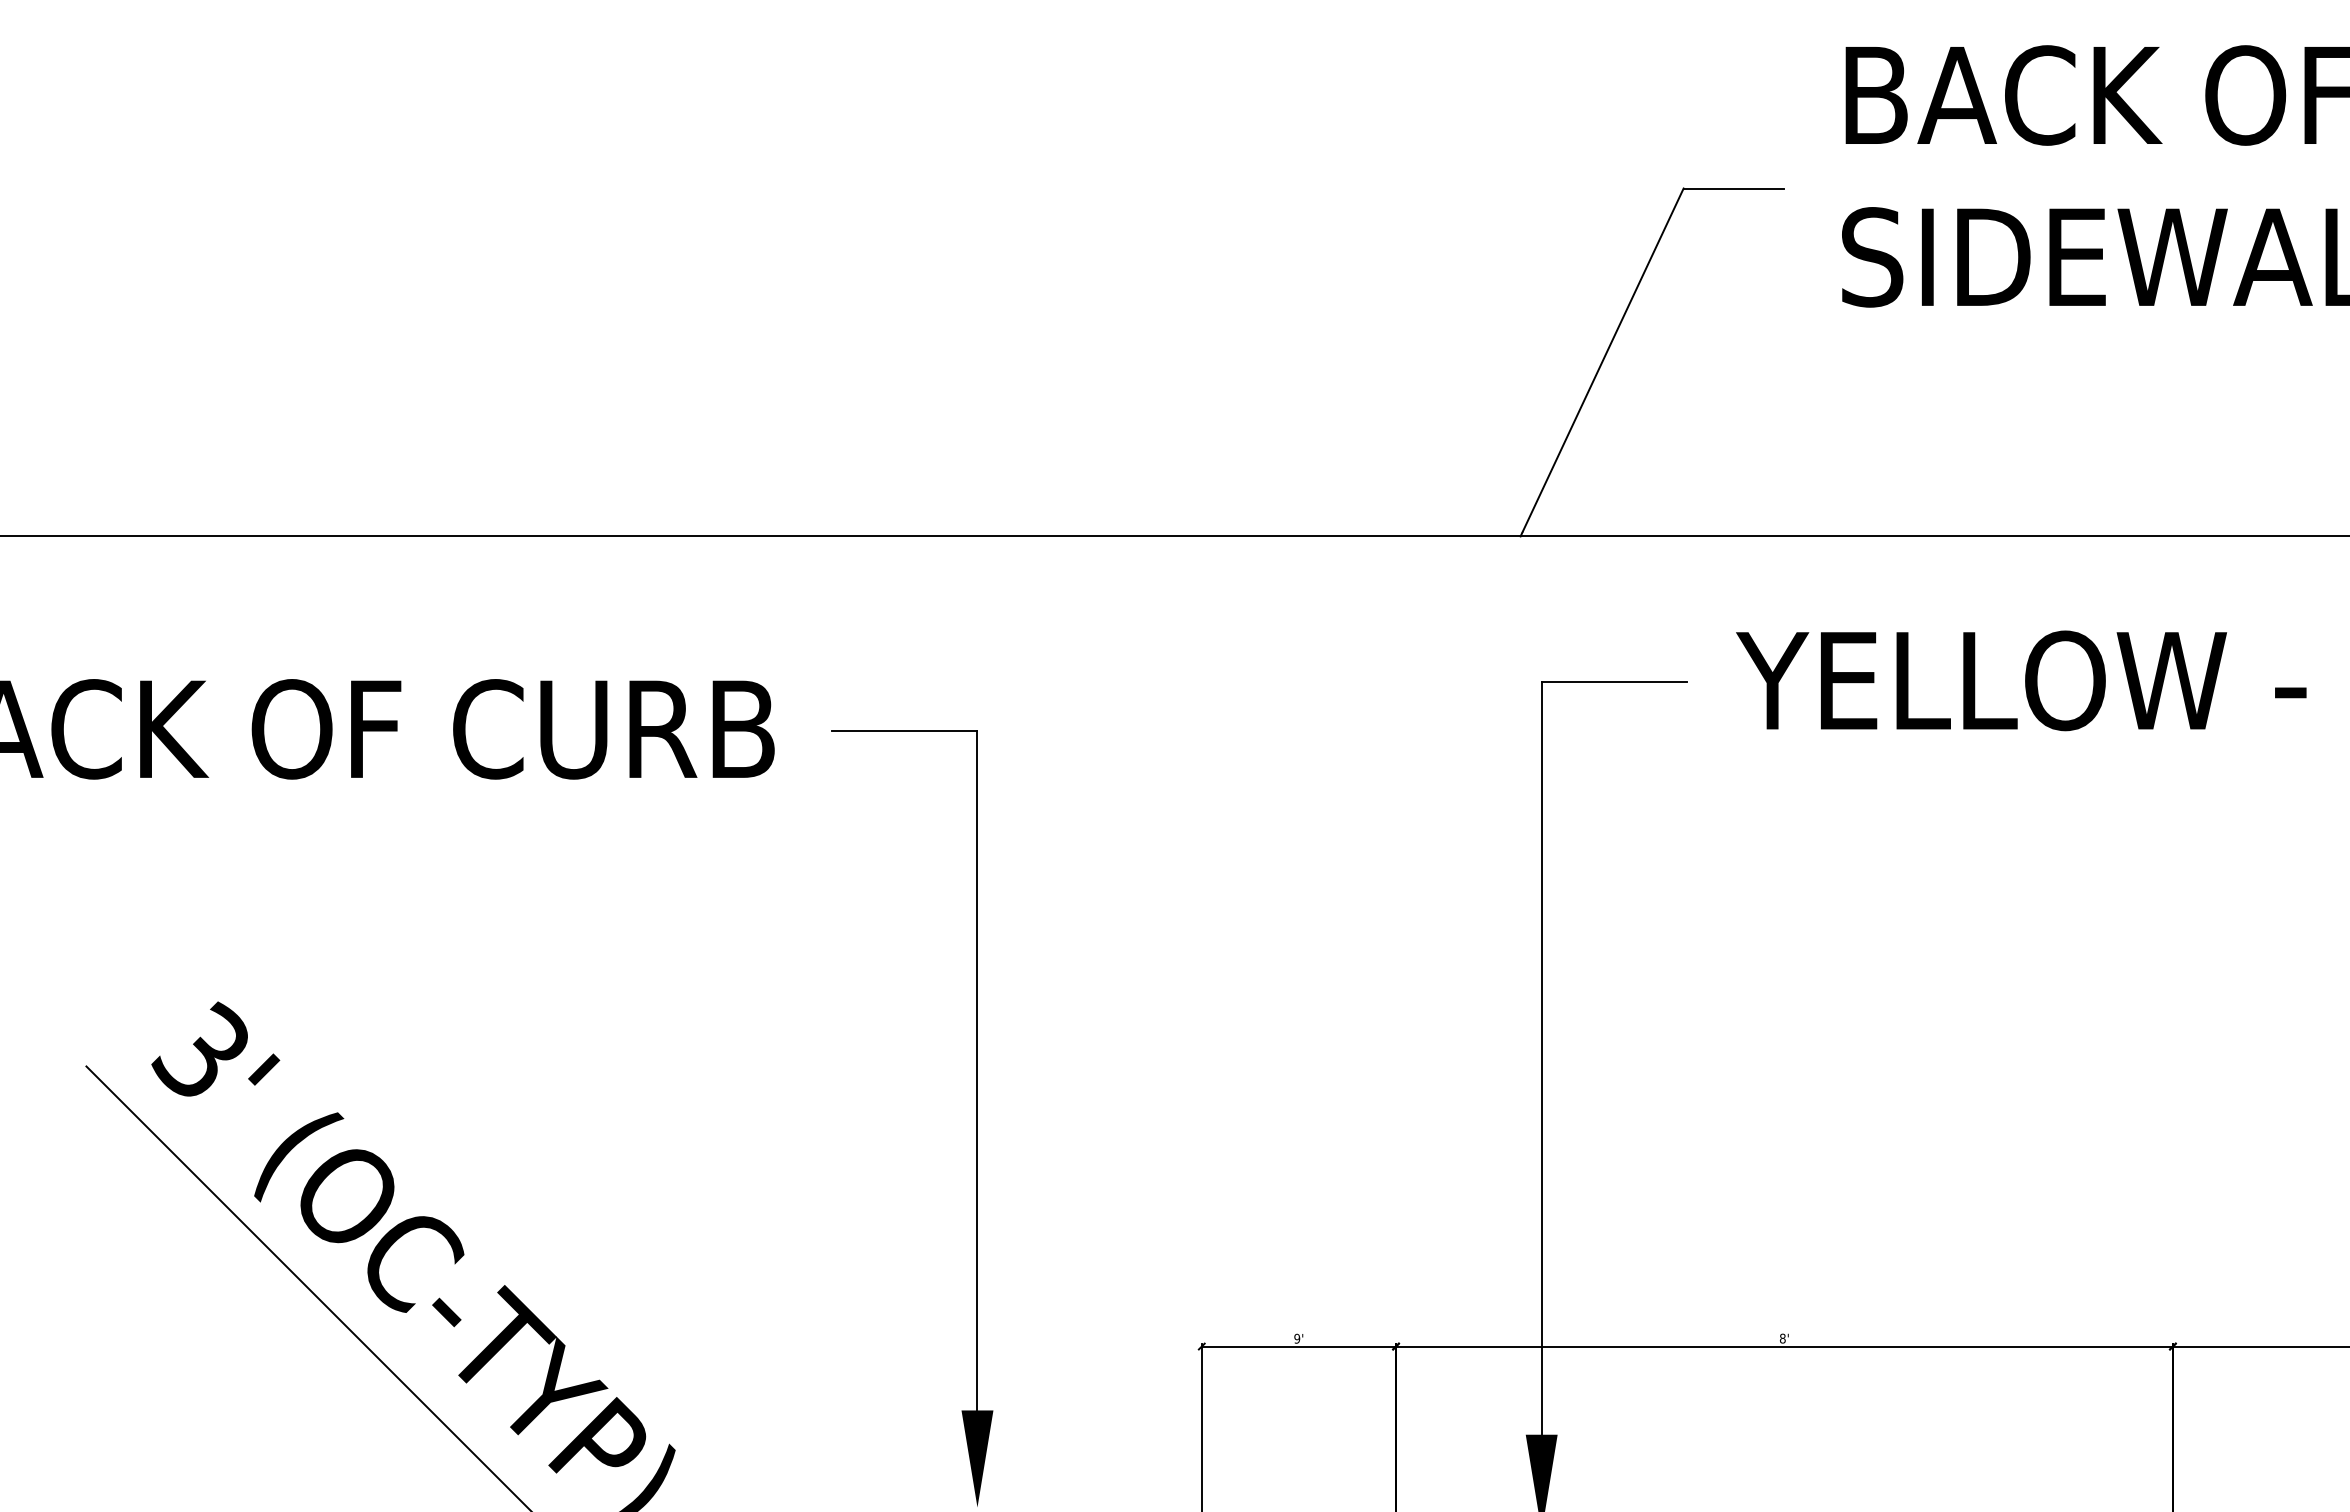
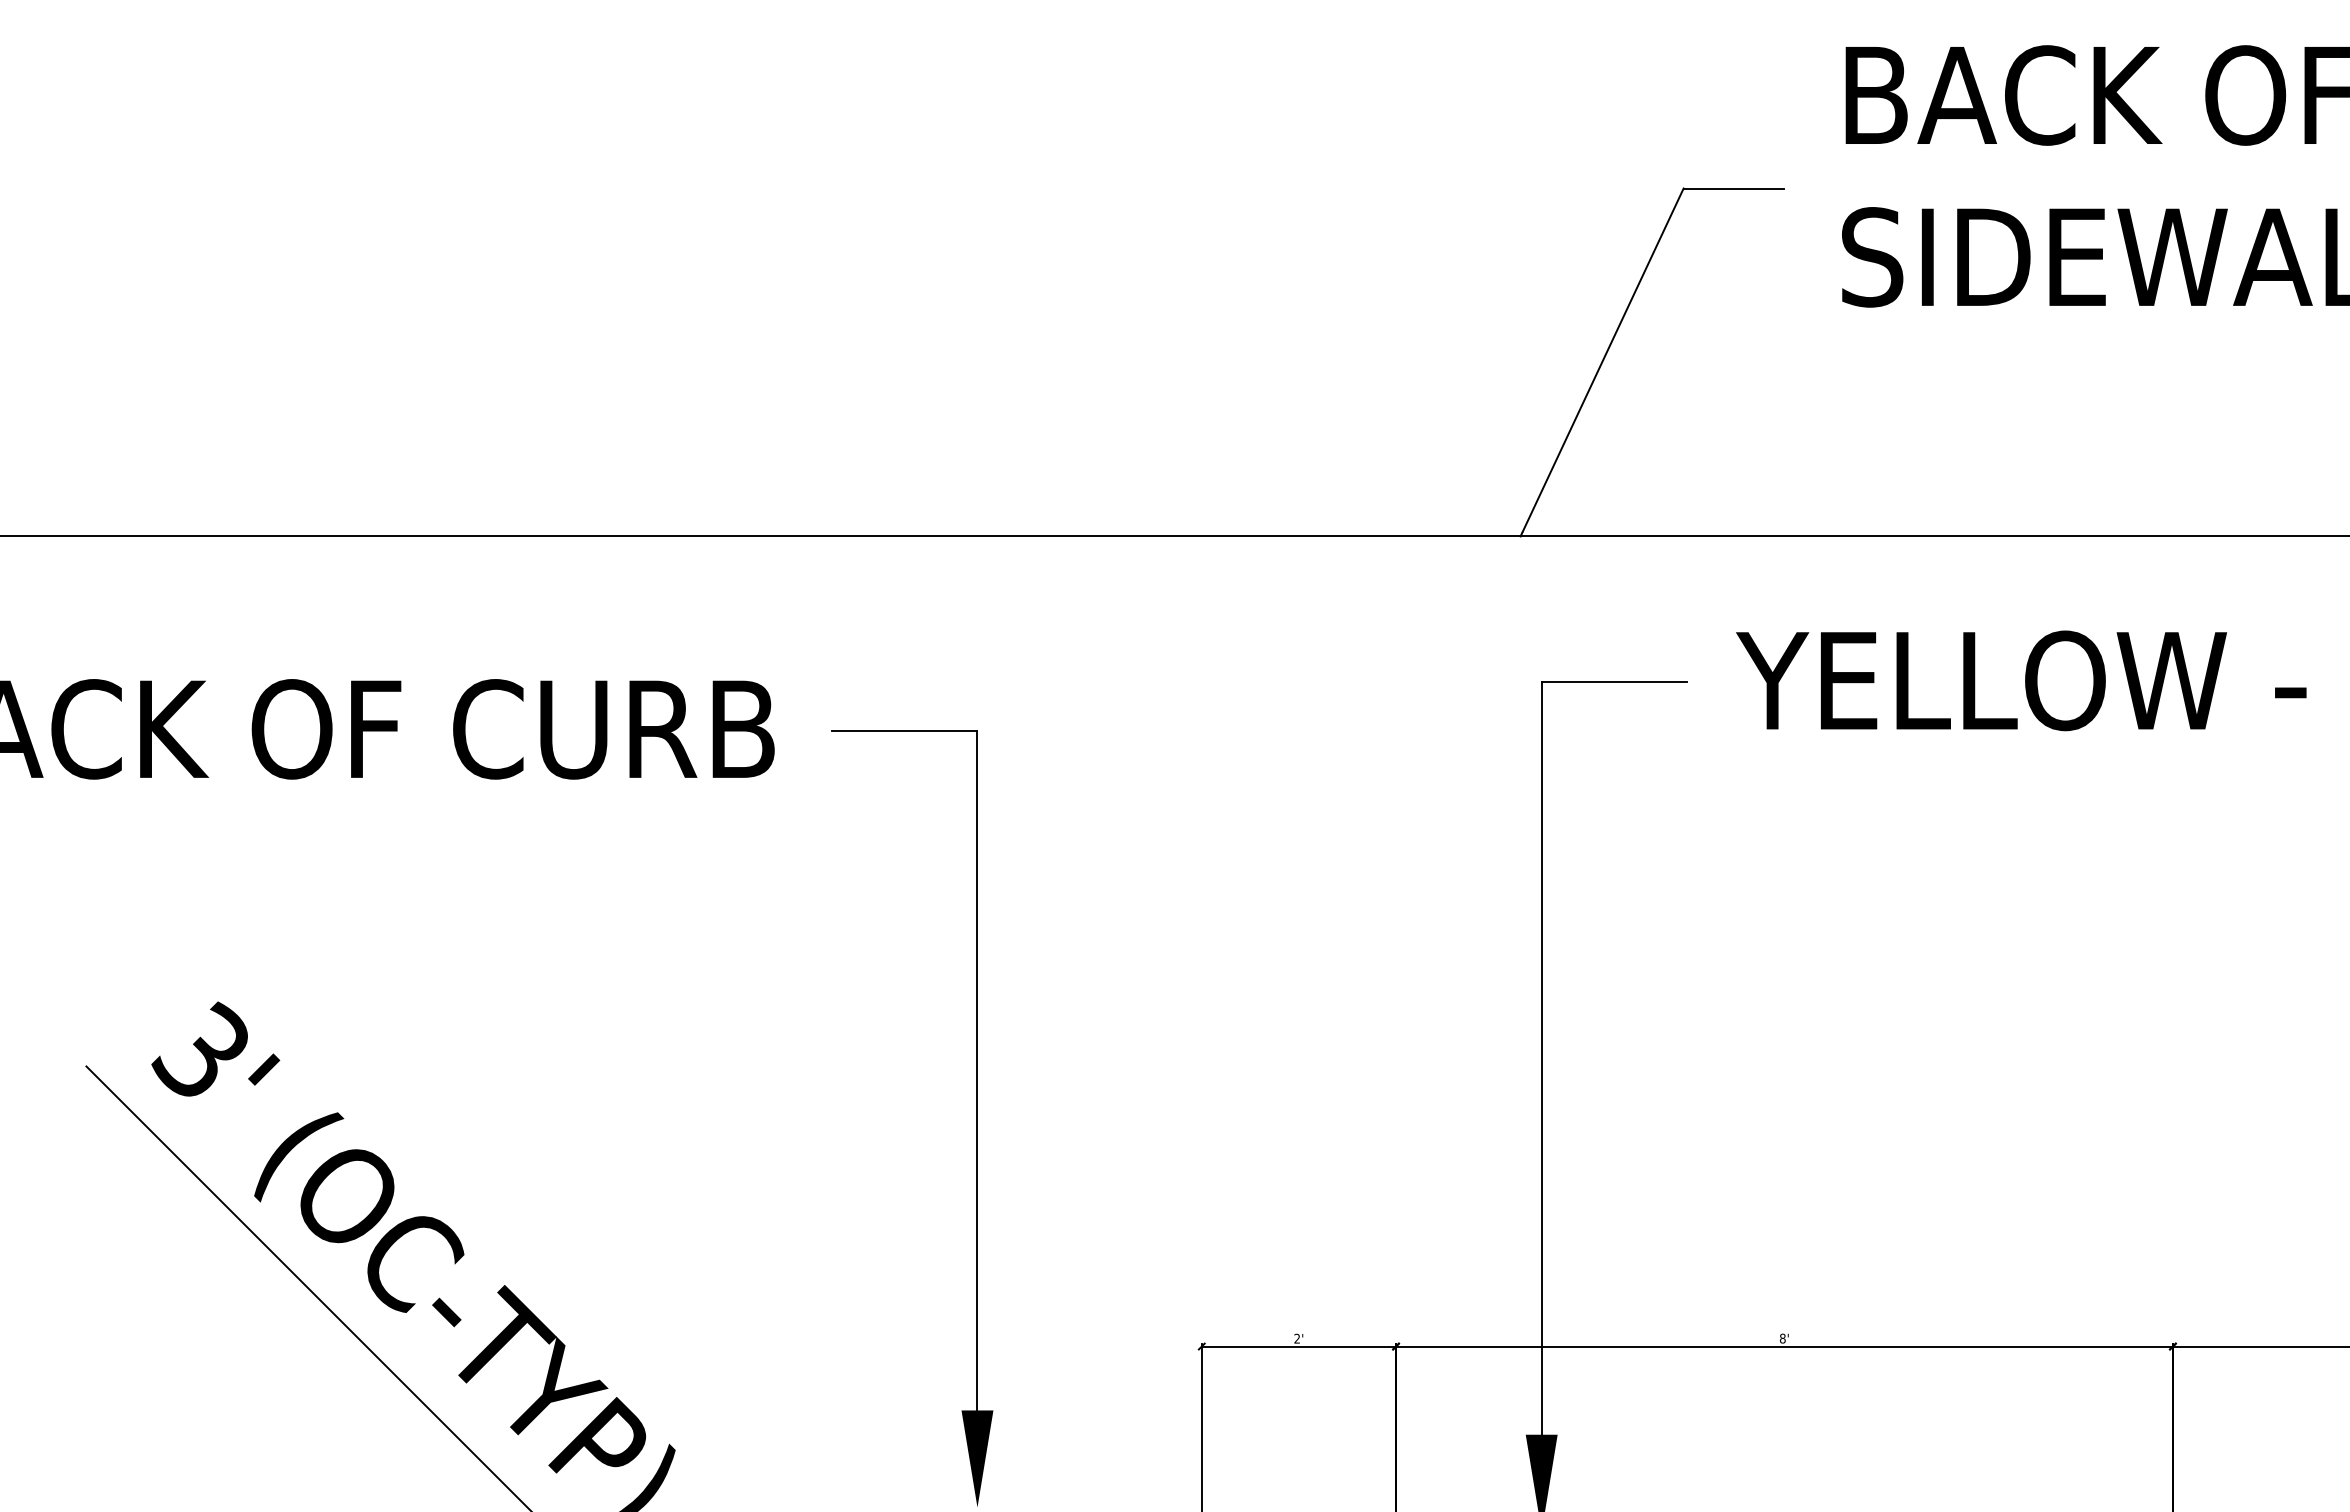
text at (1297, 1338): 9' -> 2'
